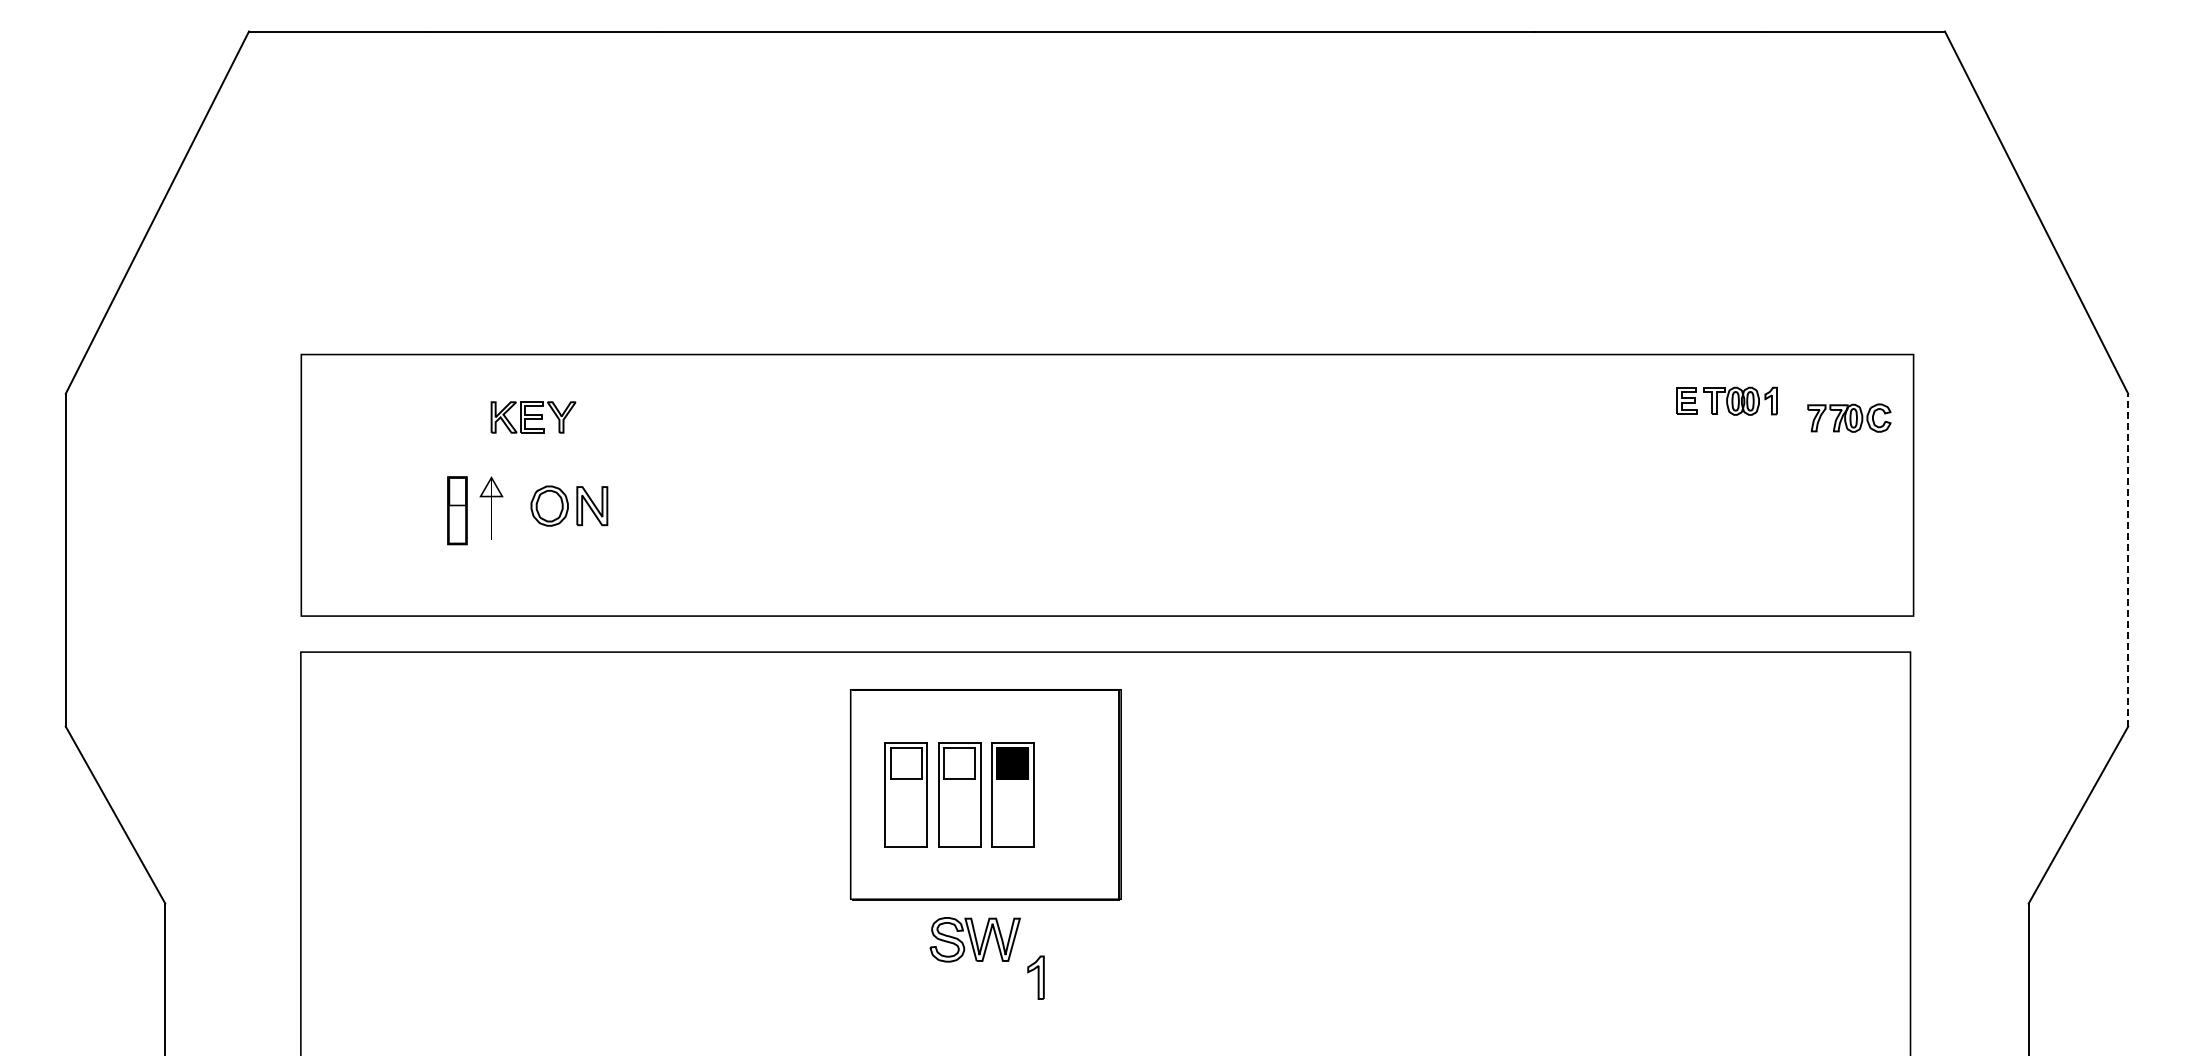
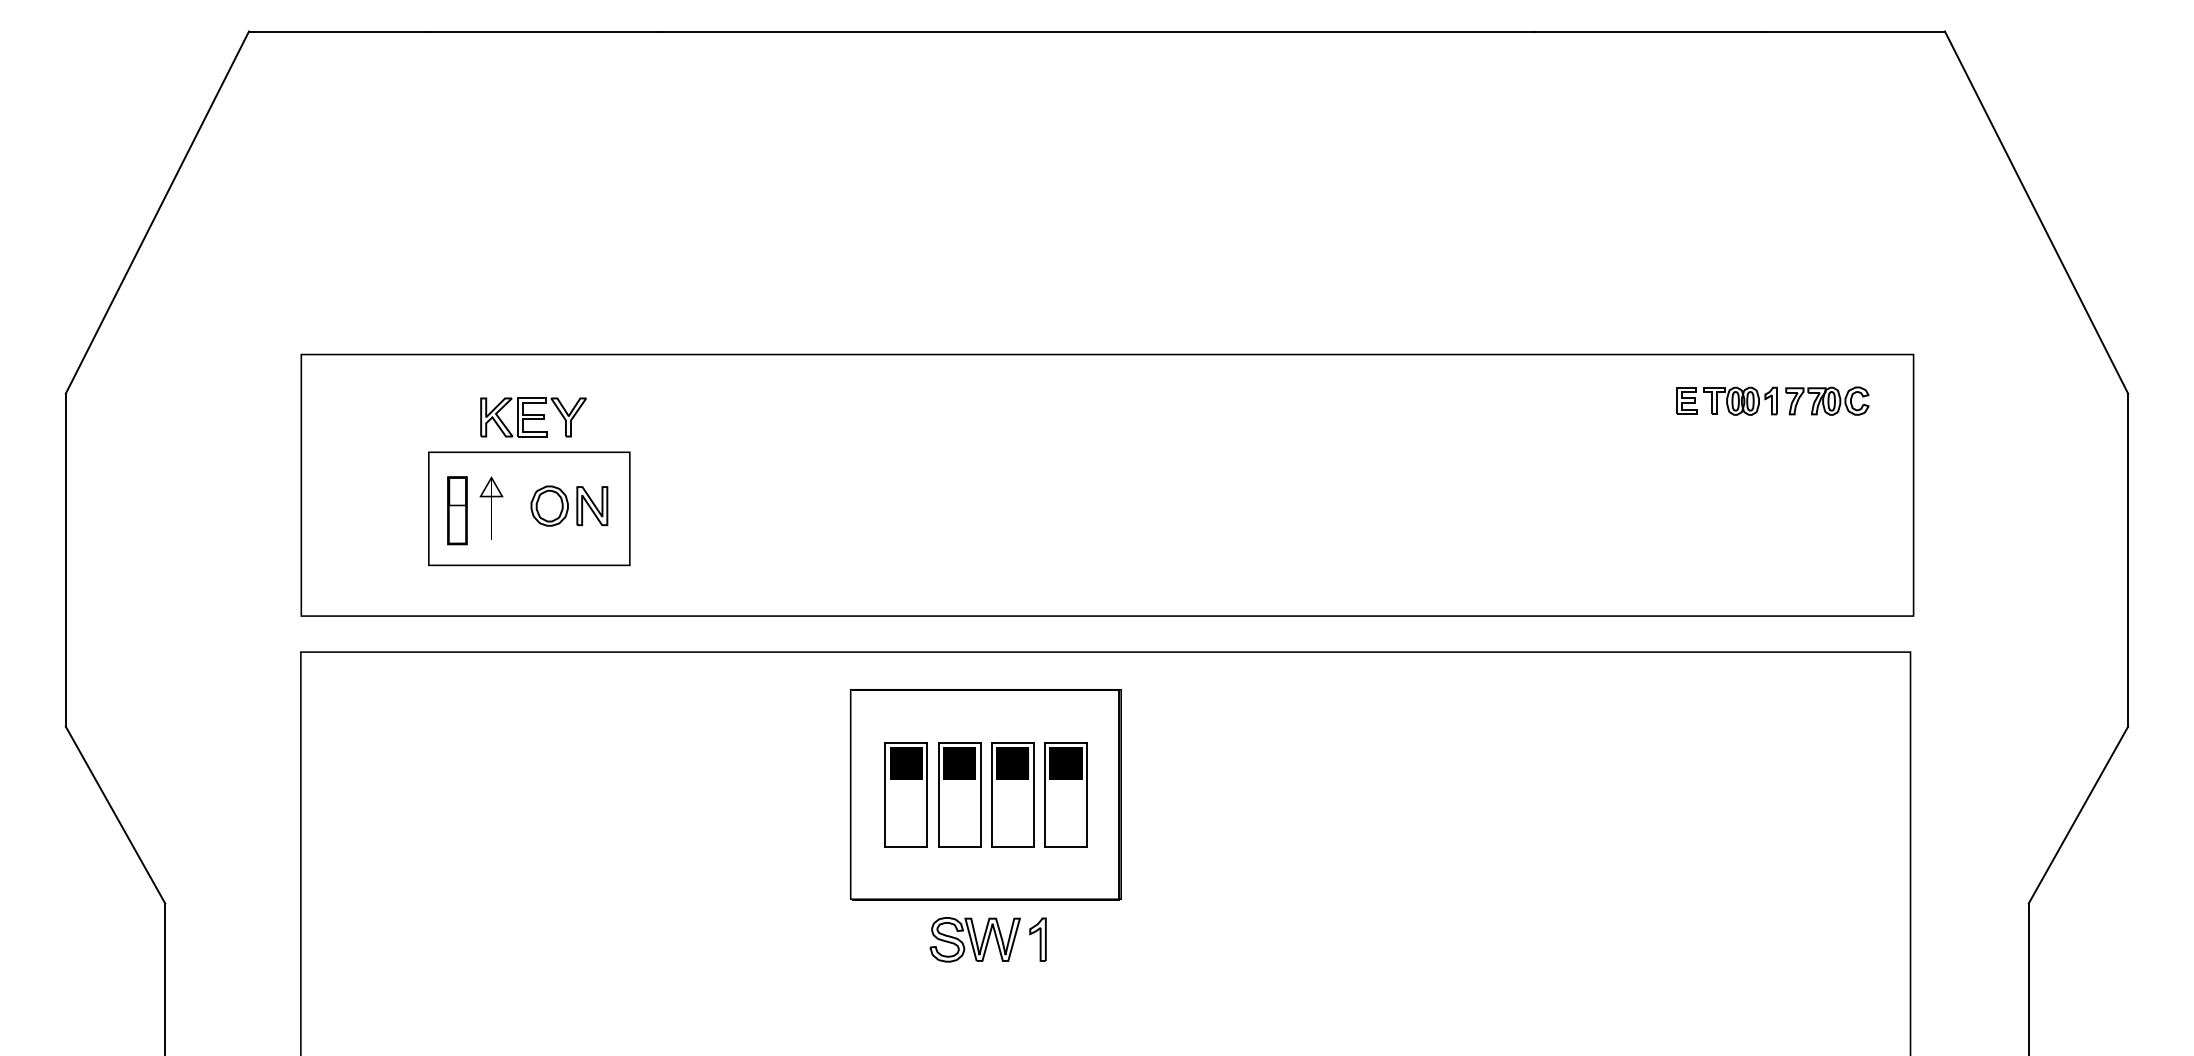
part at (533, 417) size: 87x33 px -> 107x41 px
part at (1849, 417) position: (1849, 417) -> (1827, 400)
part at (529, 508): none -> present
line at (2128, 559): dashed -> solid
hatch at (906, 763): none -> present
hatch at (959, 763): none -> present
part at (1065, 794): none -> present
part at (1035, 977) position: (1035, 977) -> (1037, 939)
